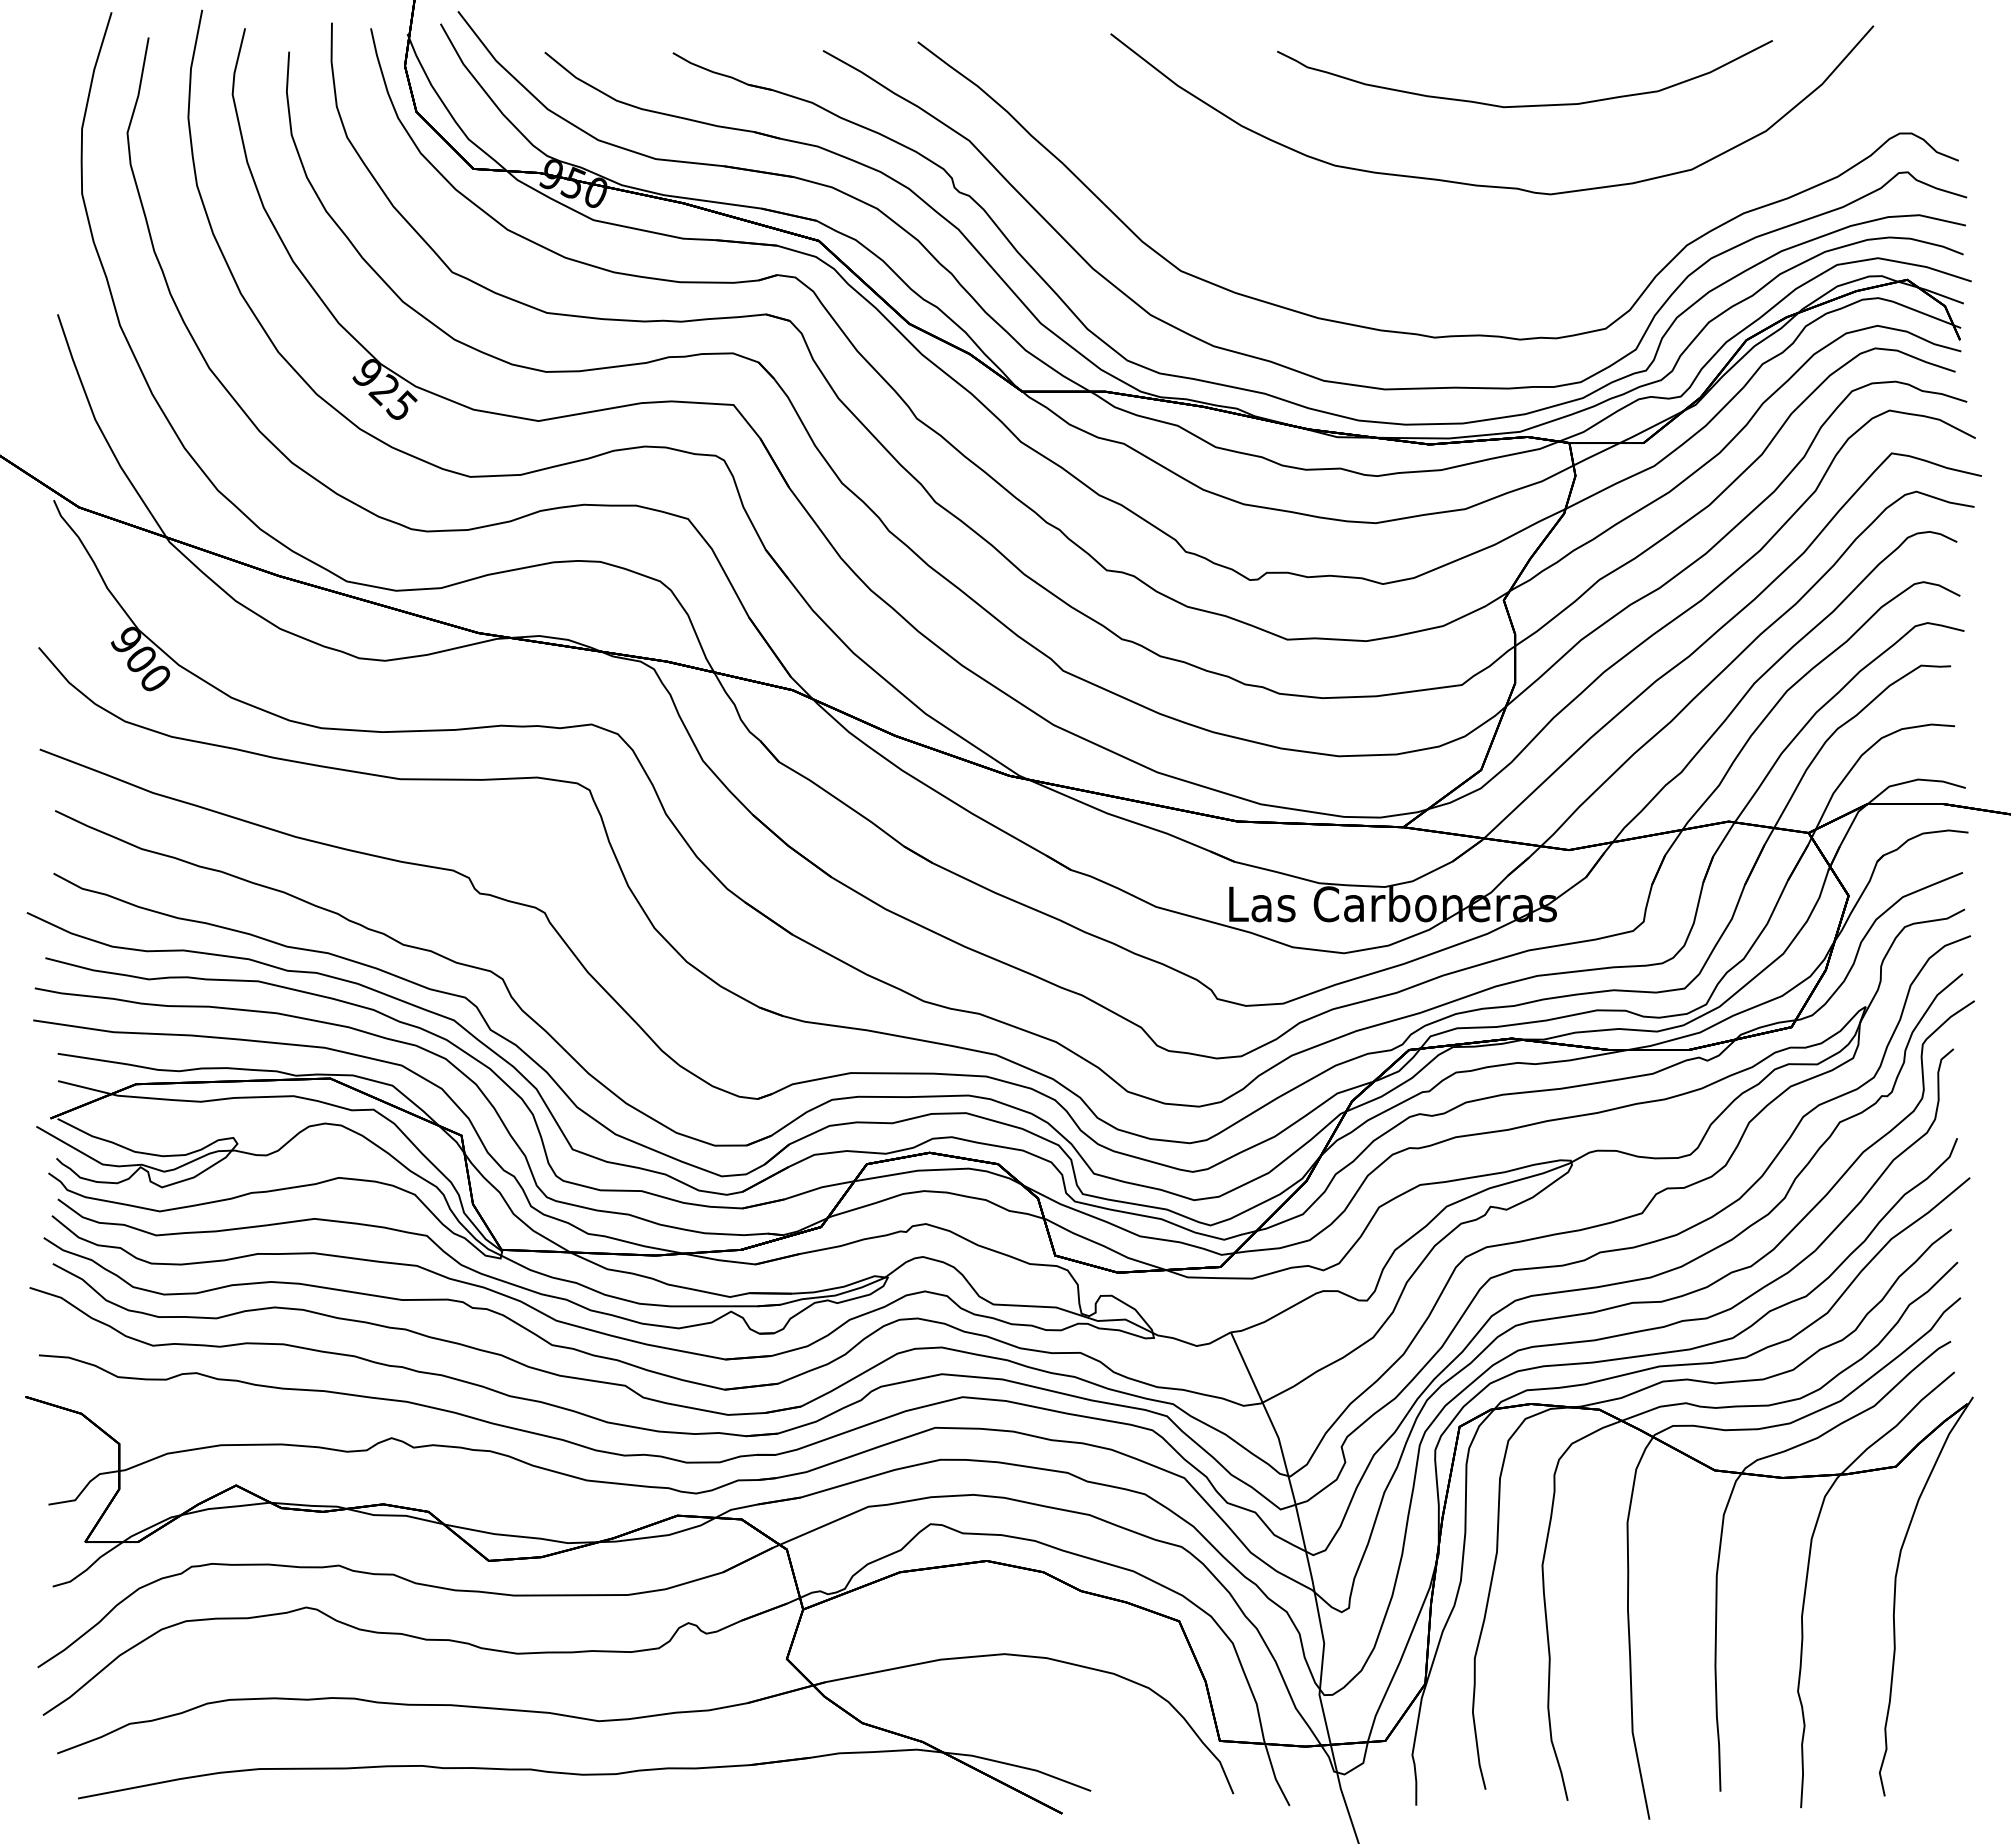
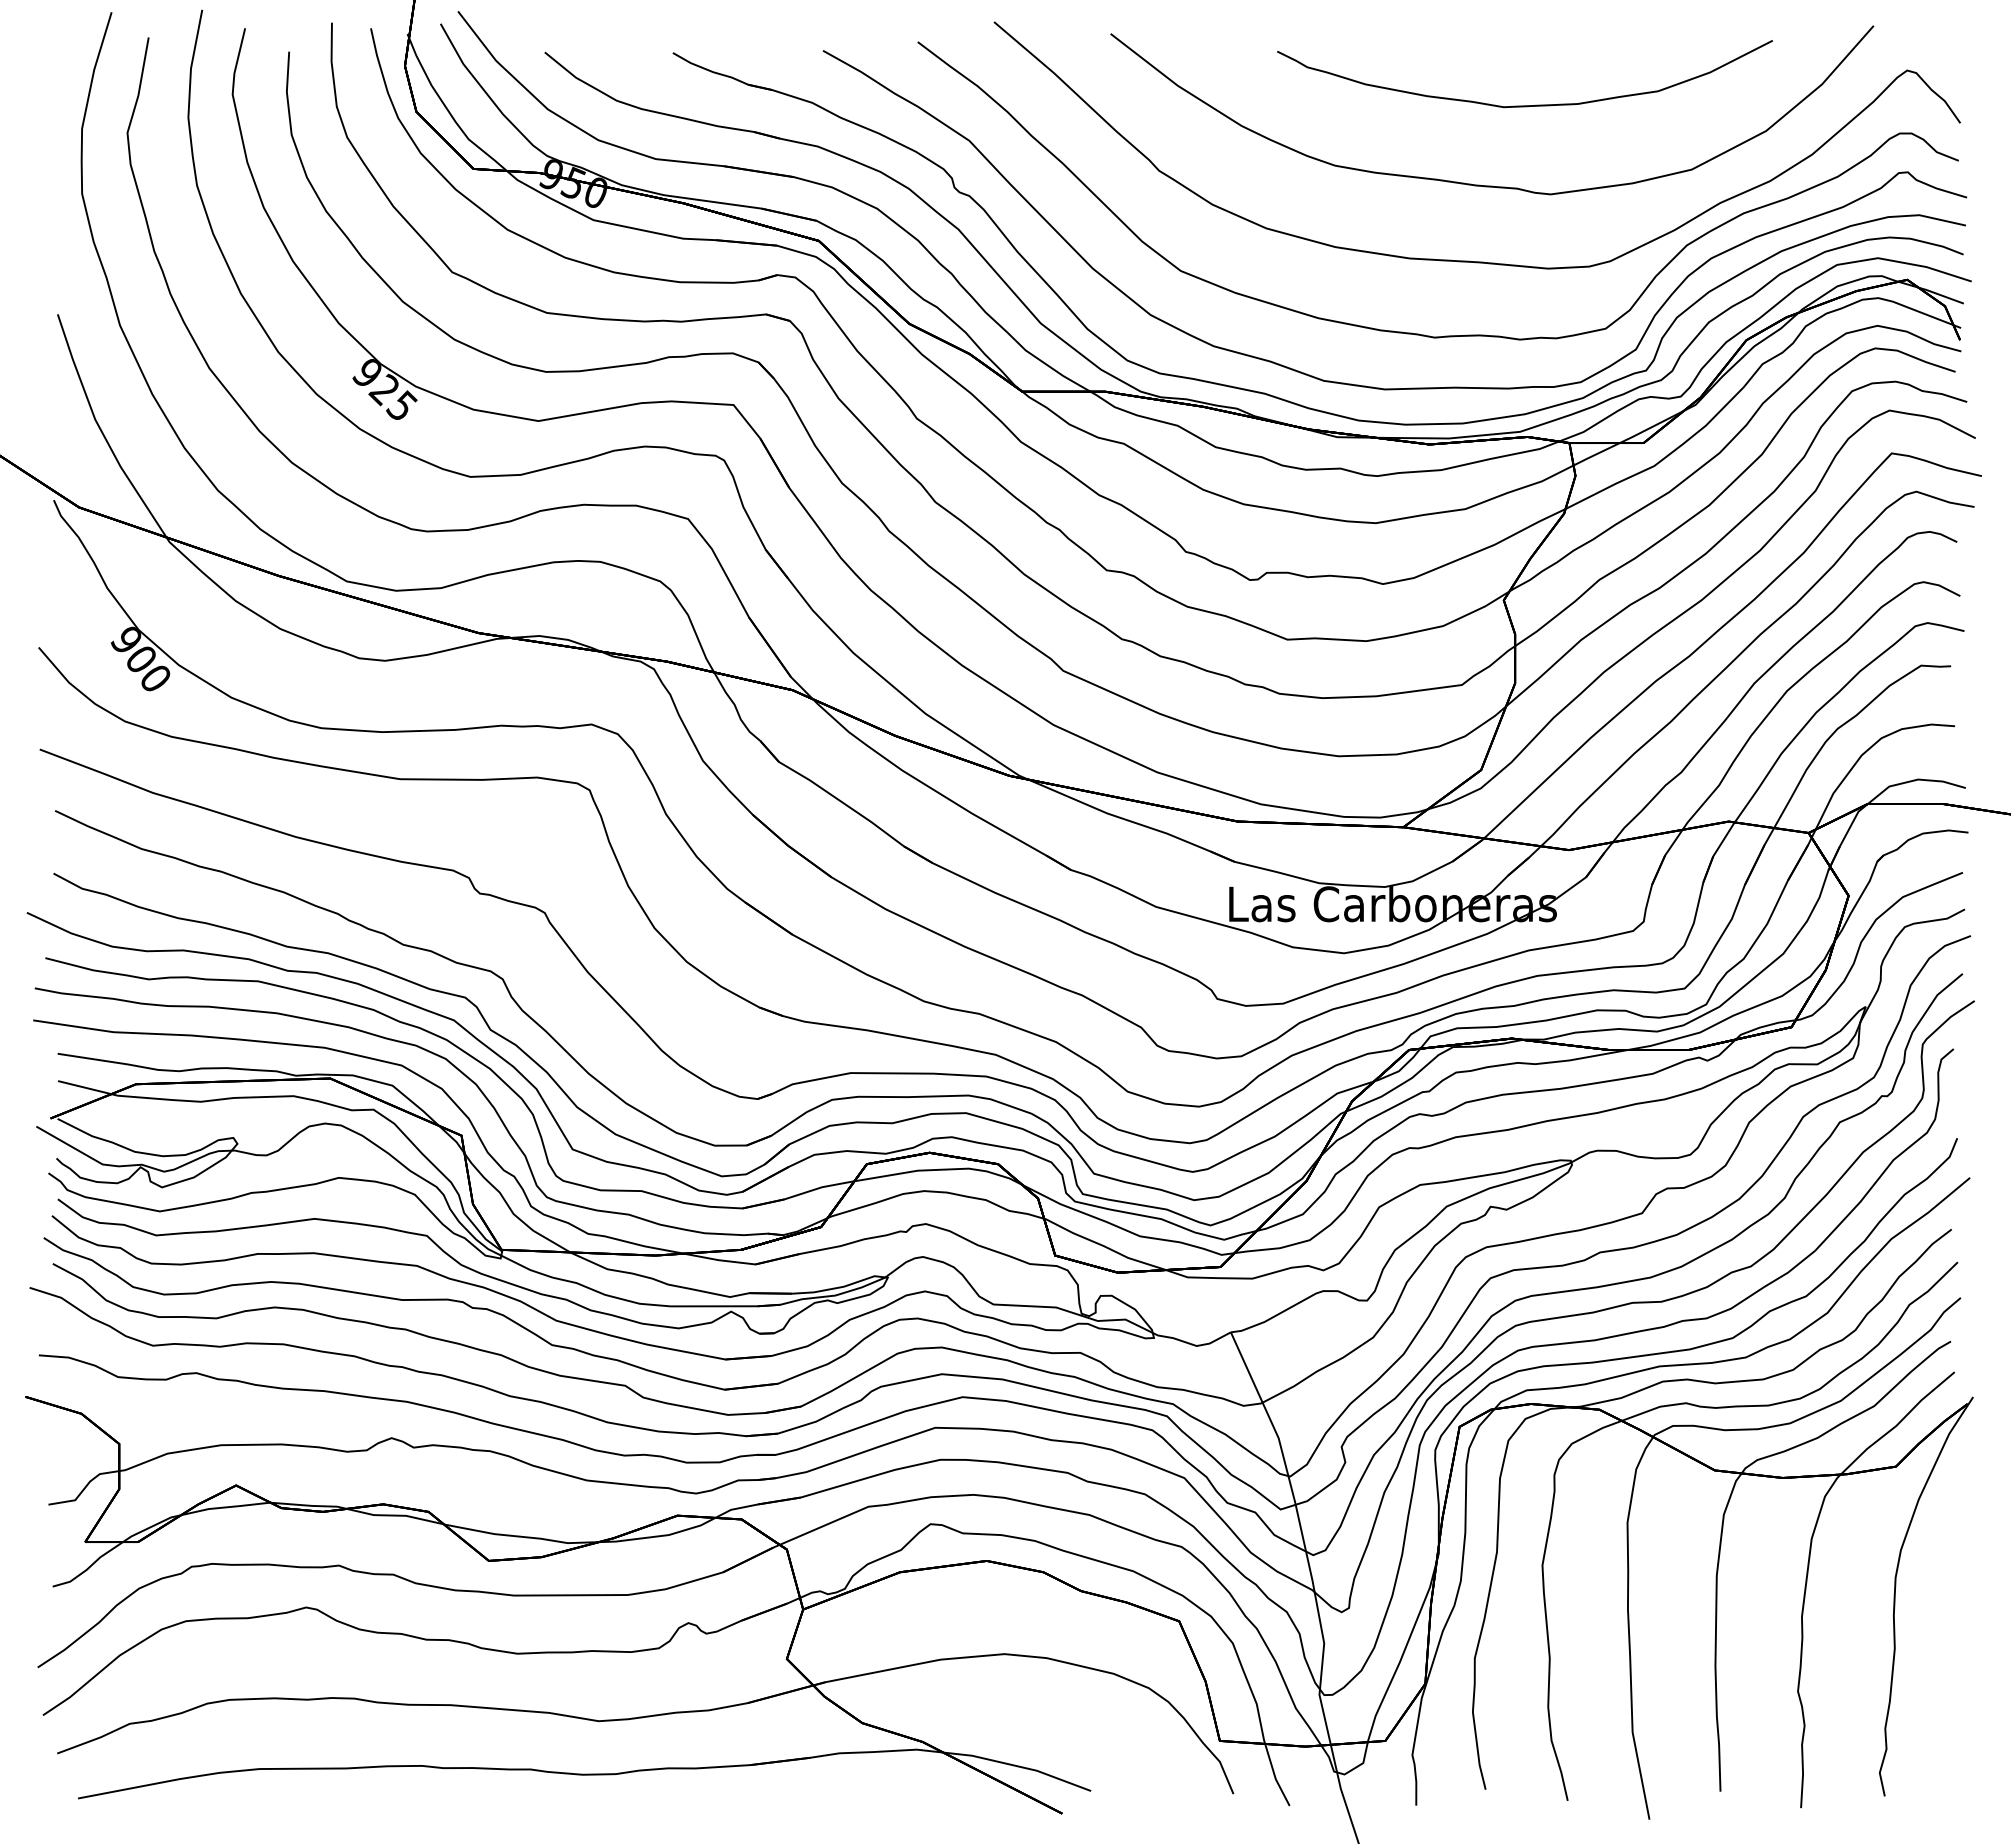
curve at (1469, 260): none -> present
